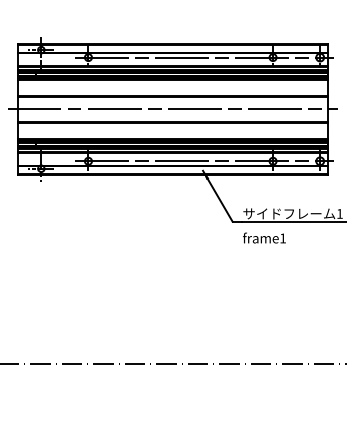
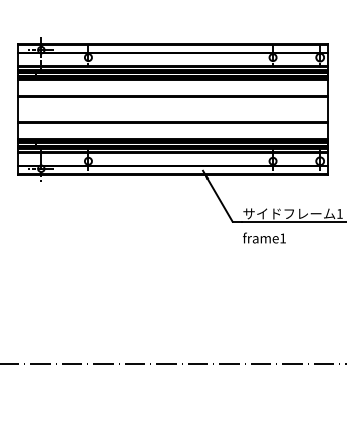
line at (204, 57): present -> none
line at (172, 109): present -> none
line at (204, 161): present -> none
